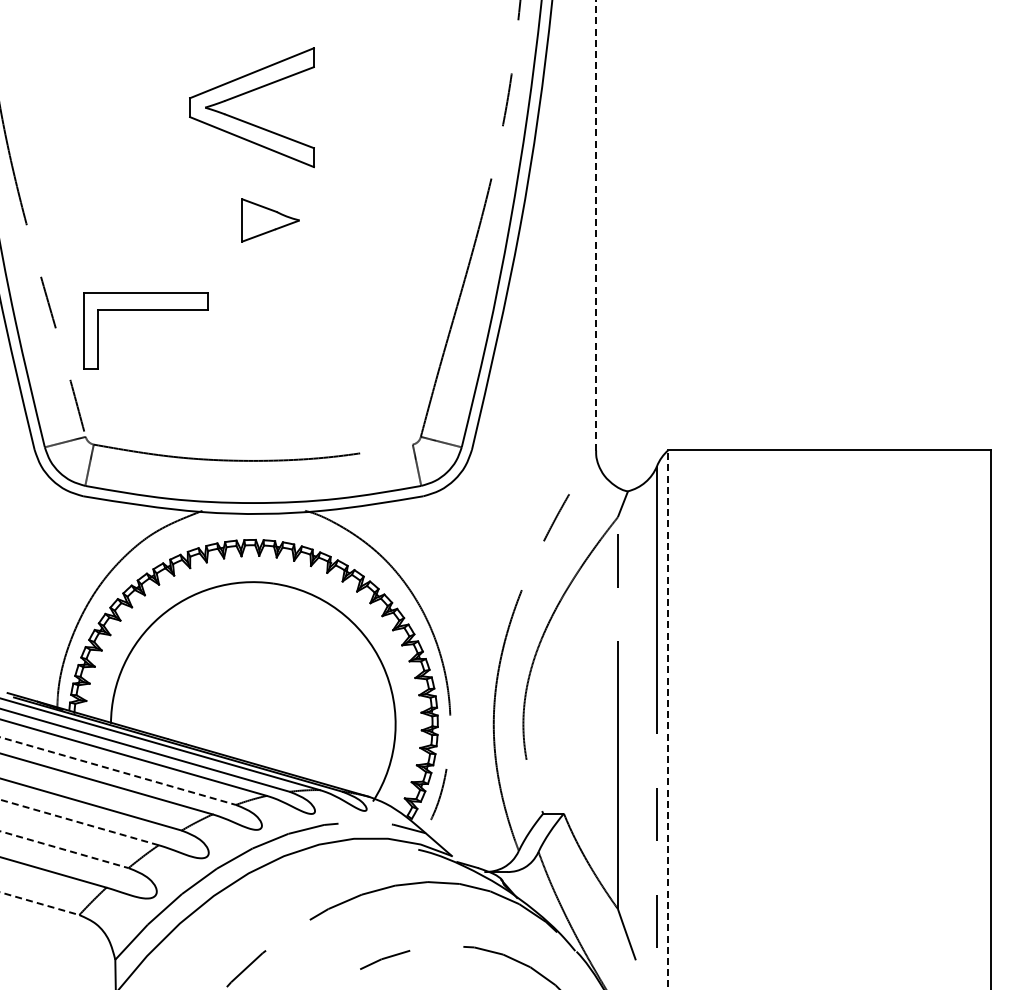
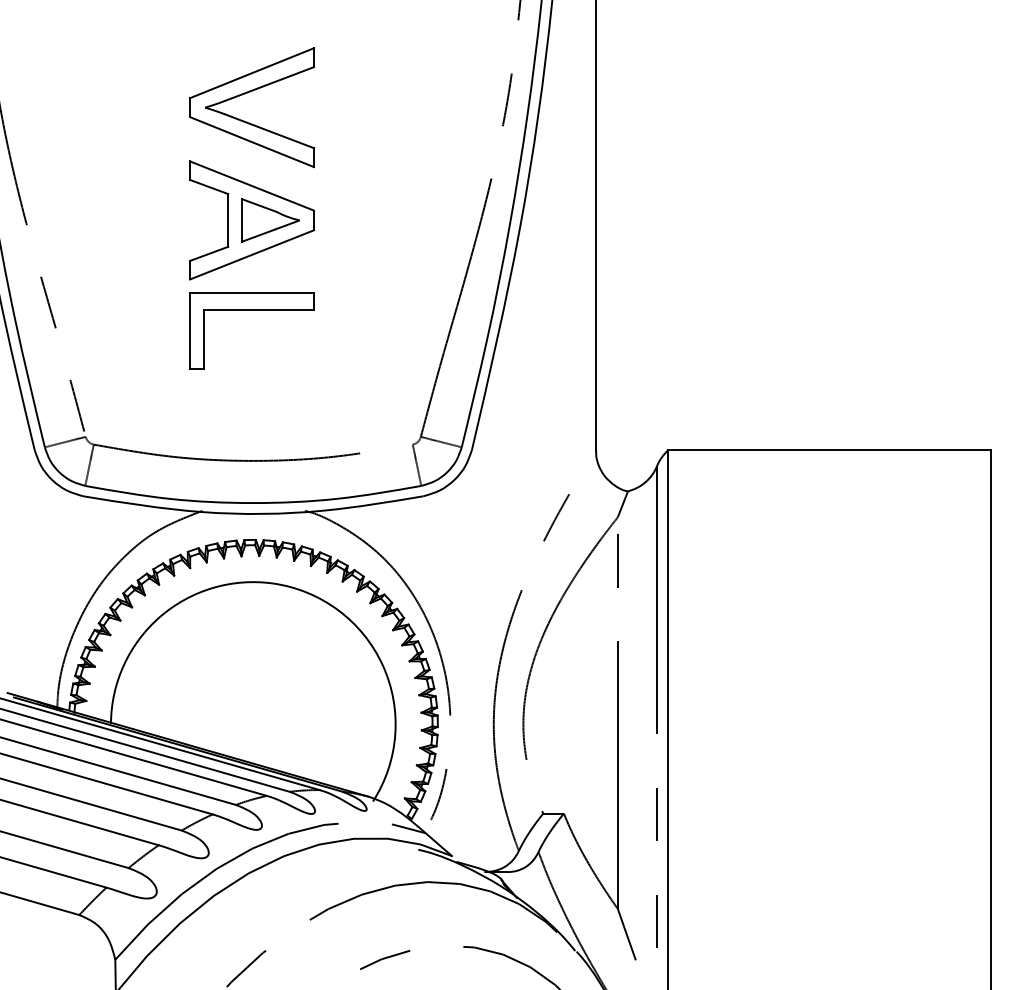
part at (251, 220): none -> present
line at (595, 225): dashed -> solid
part at (145, 310) position: (145, 310) -> (251, 310)
line at (668, 719): dashed -> solid
line at (118, 771): dashed -> solid
line at (79, 822): dashed -> solid
line at (64, 849): dashed -> solid
line at (40, 903): dashed -> solid
